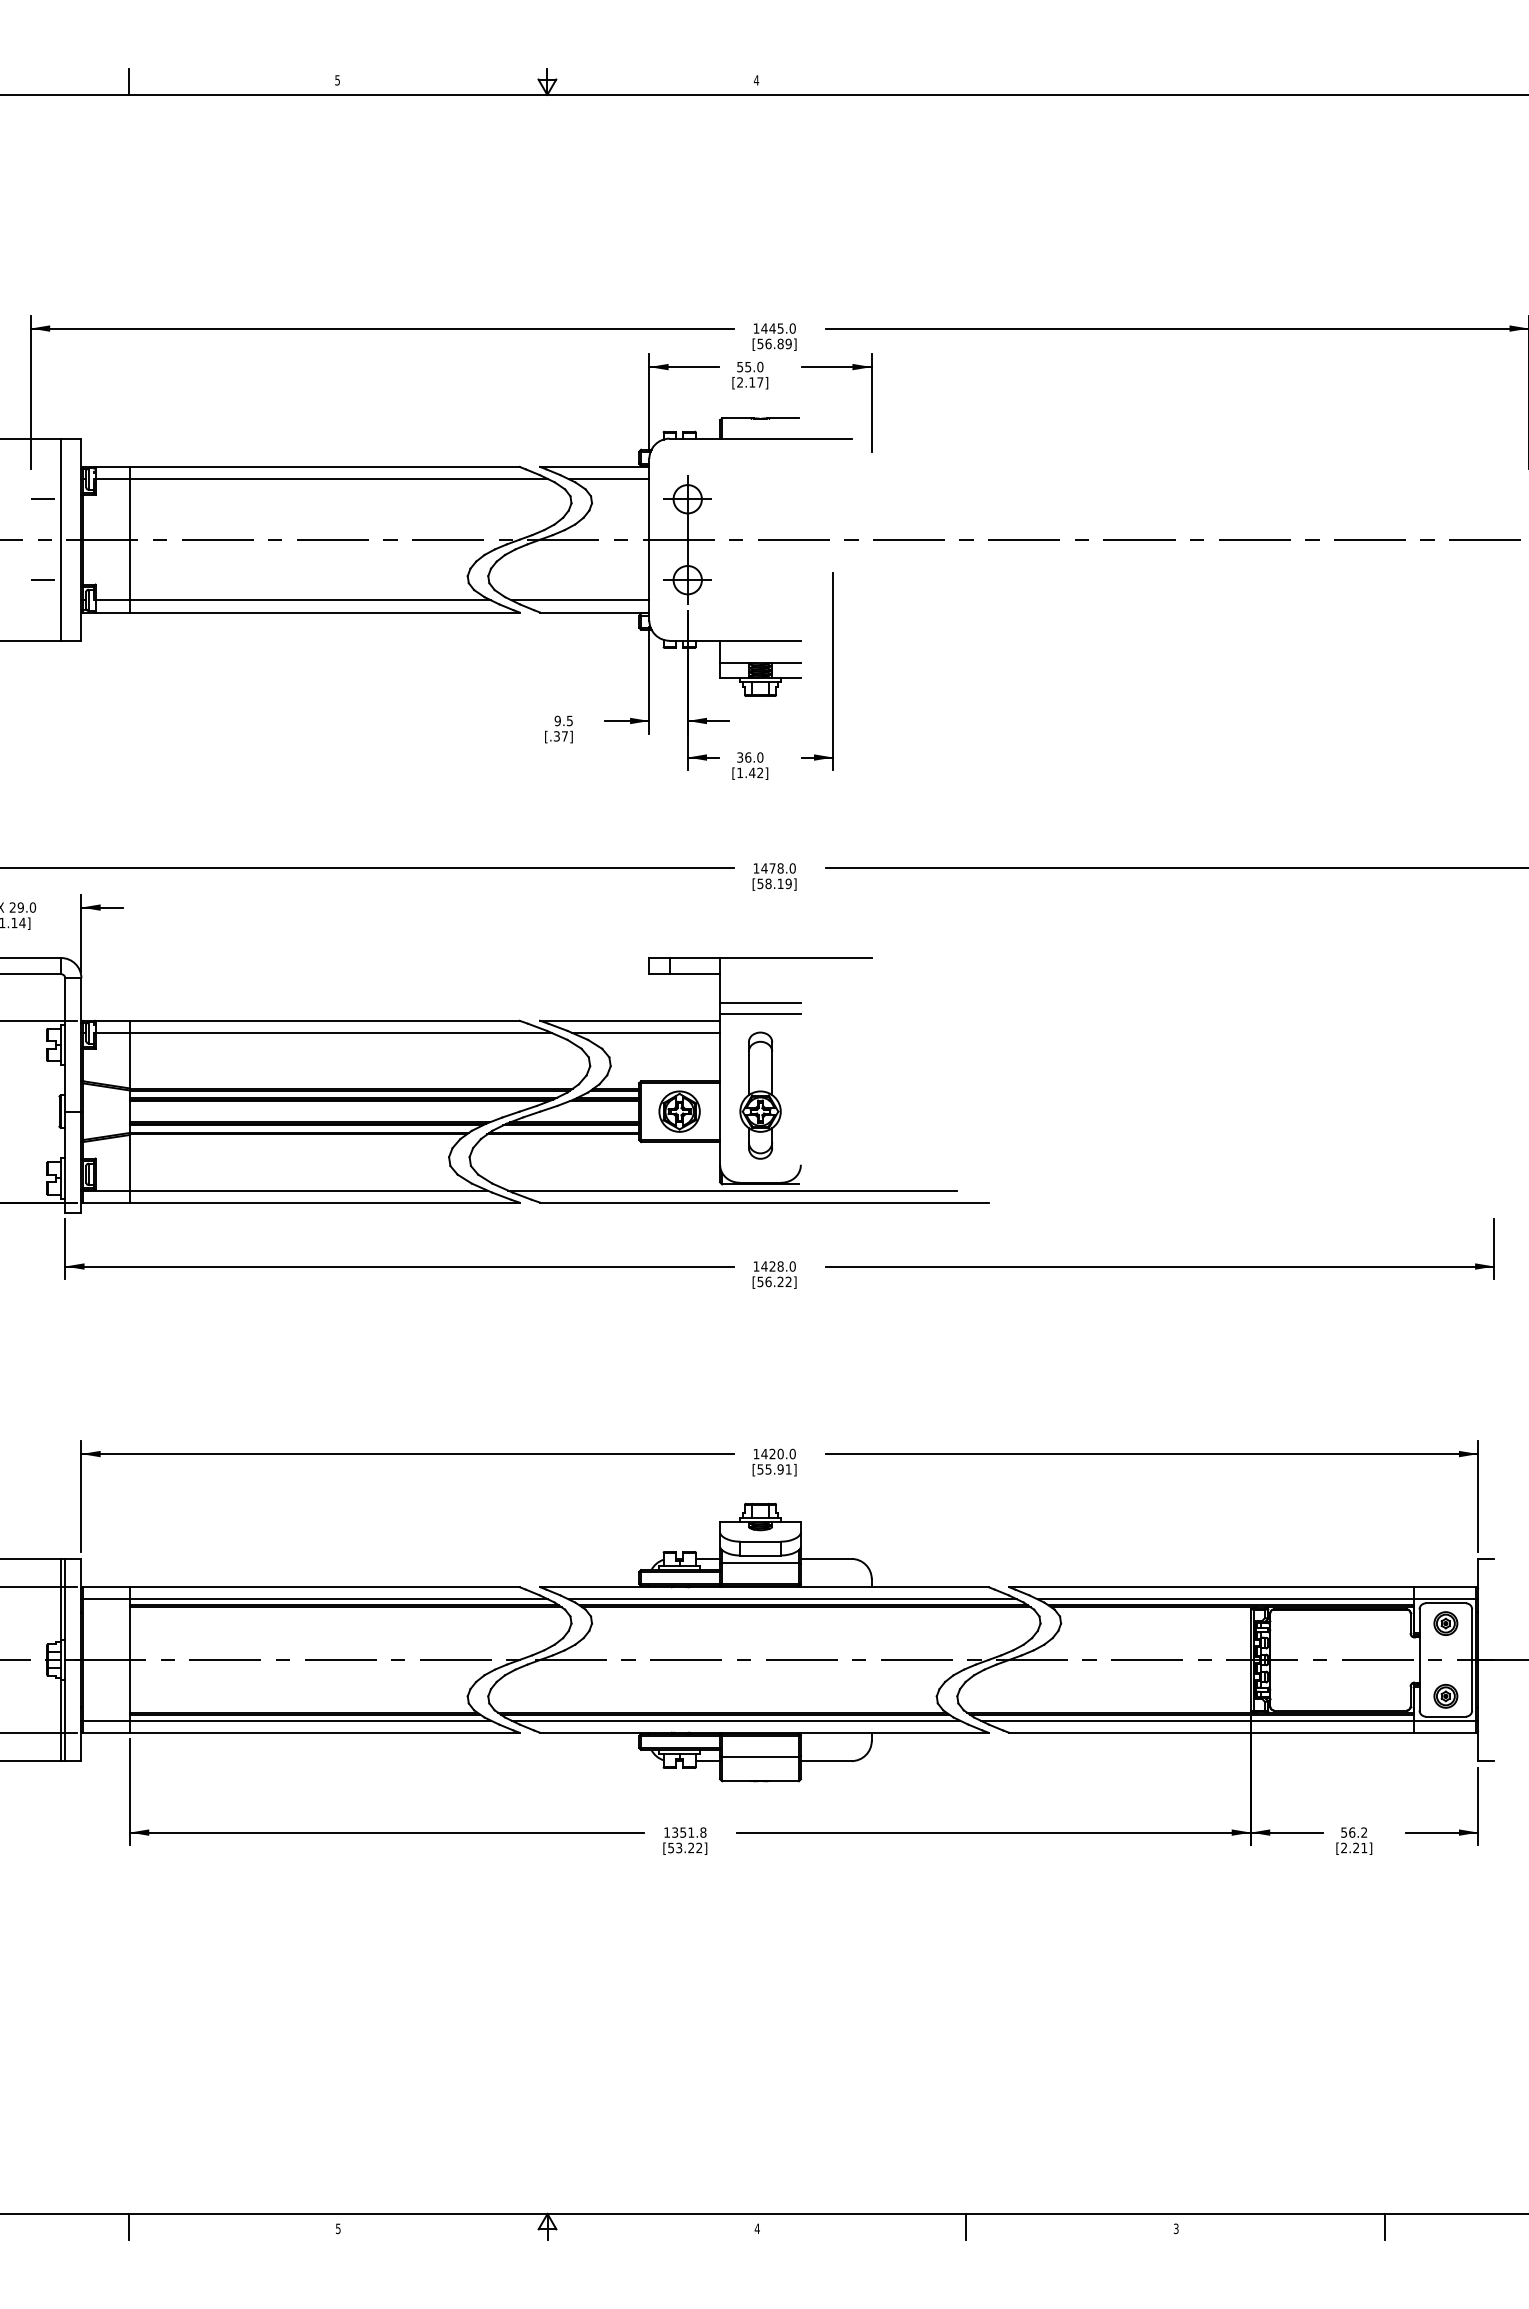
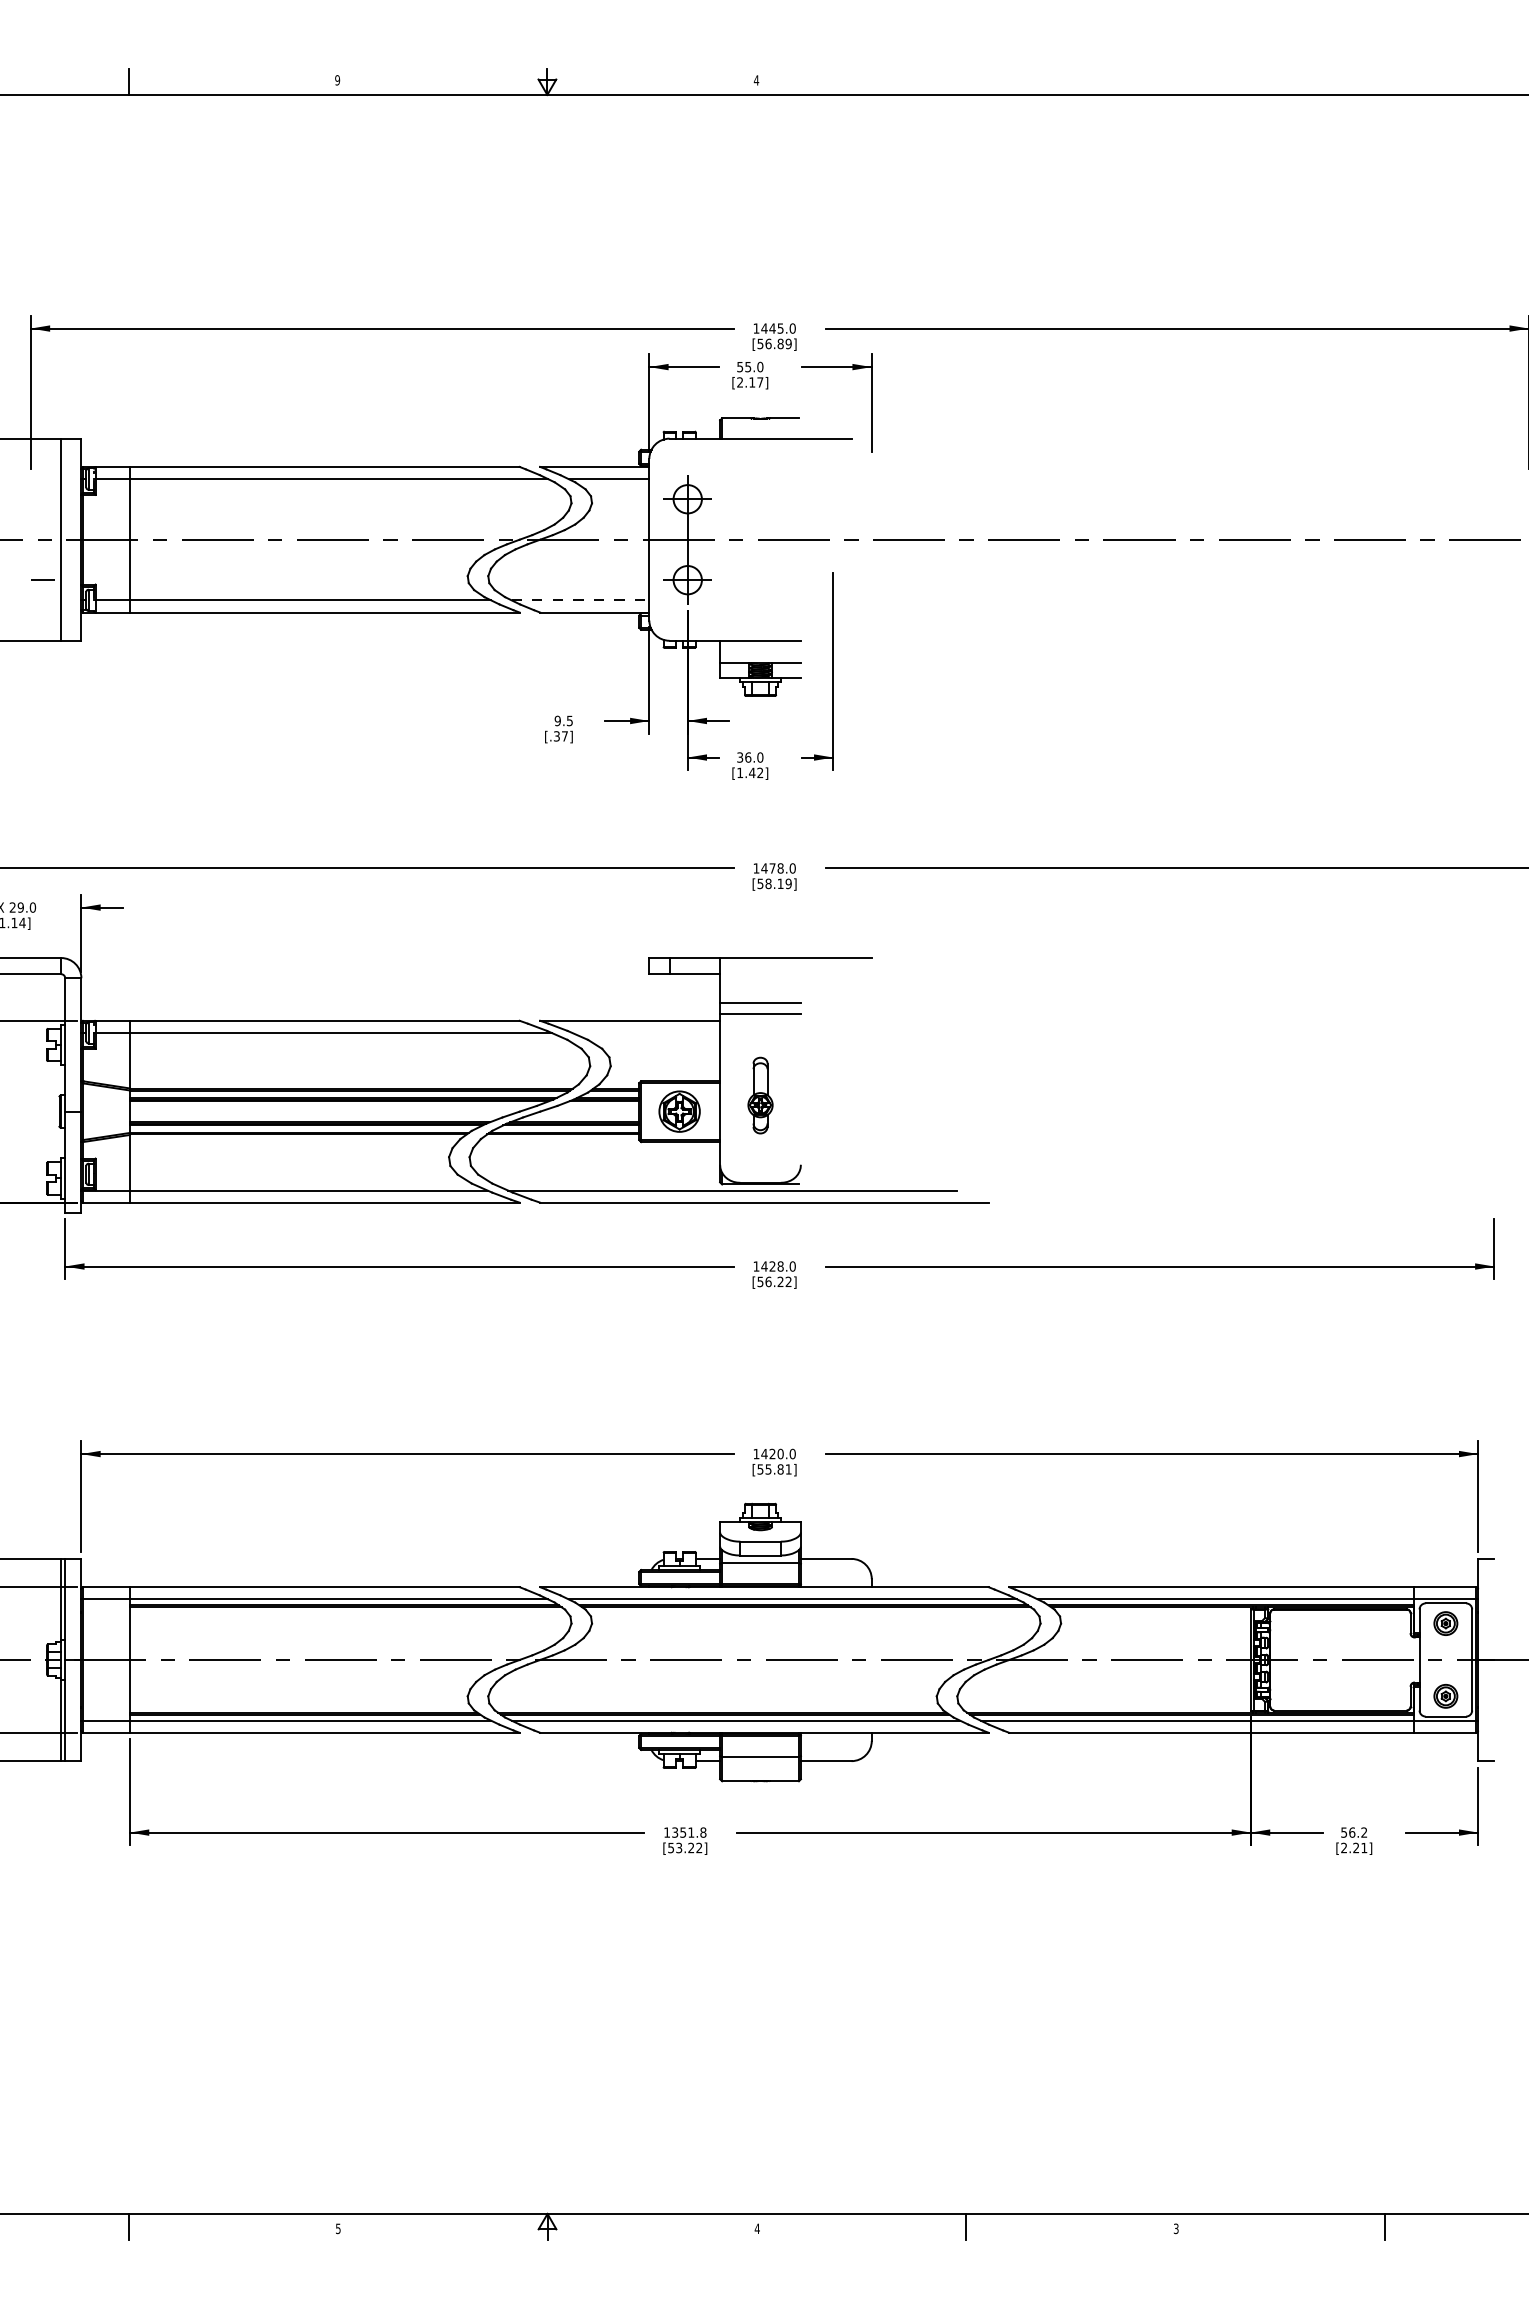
text at (337, 80): 5 -> 9
line at (42, 499): present -> none
line at (580, 600): solid -> dashed
line at (646, 1032): present -> none
part at (760, 1095) size: 43x129 px -> 27x79 px
text at (780, 1469): [55.91] -> [55.81]
